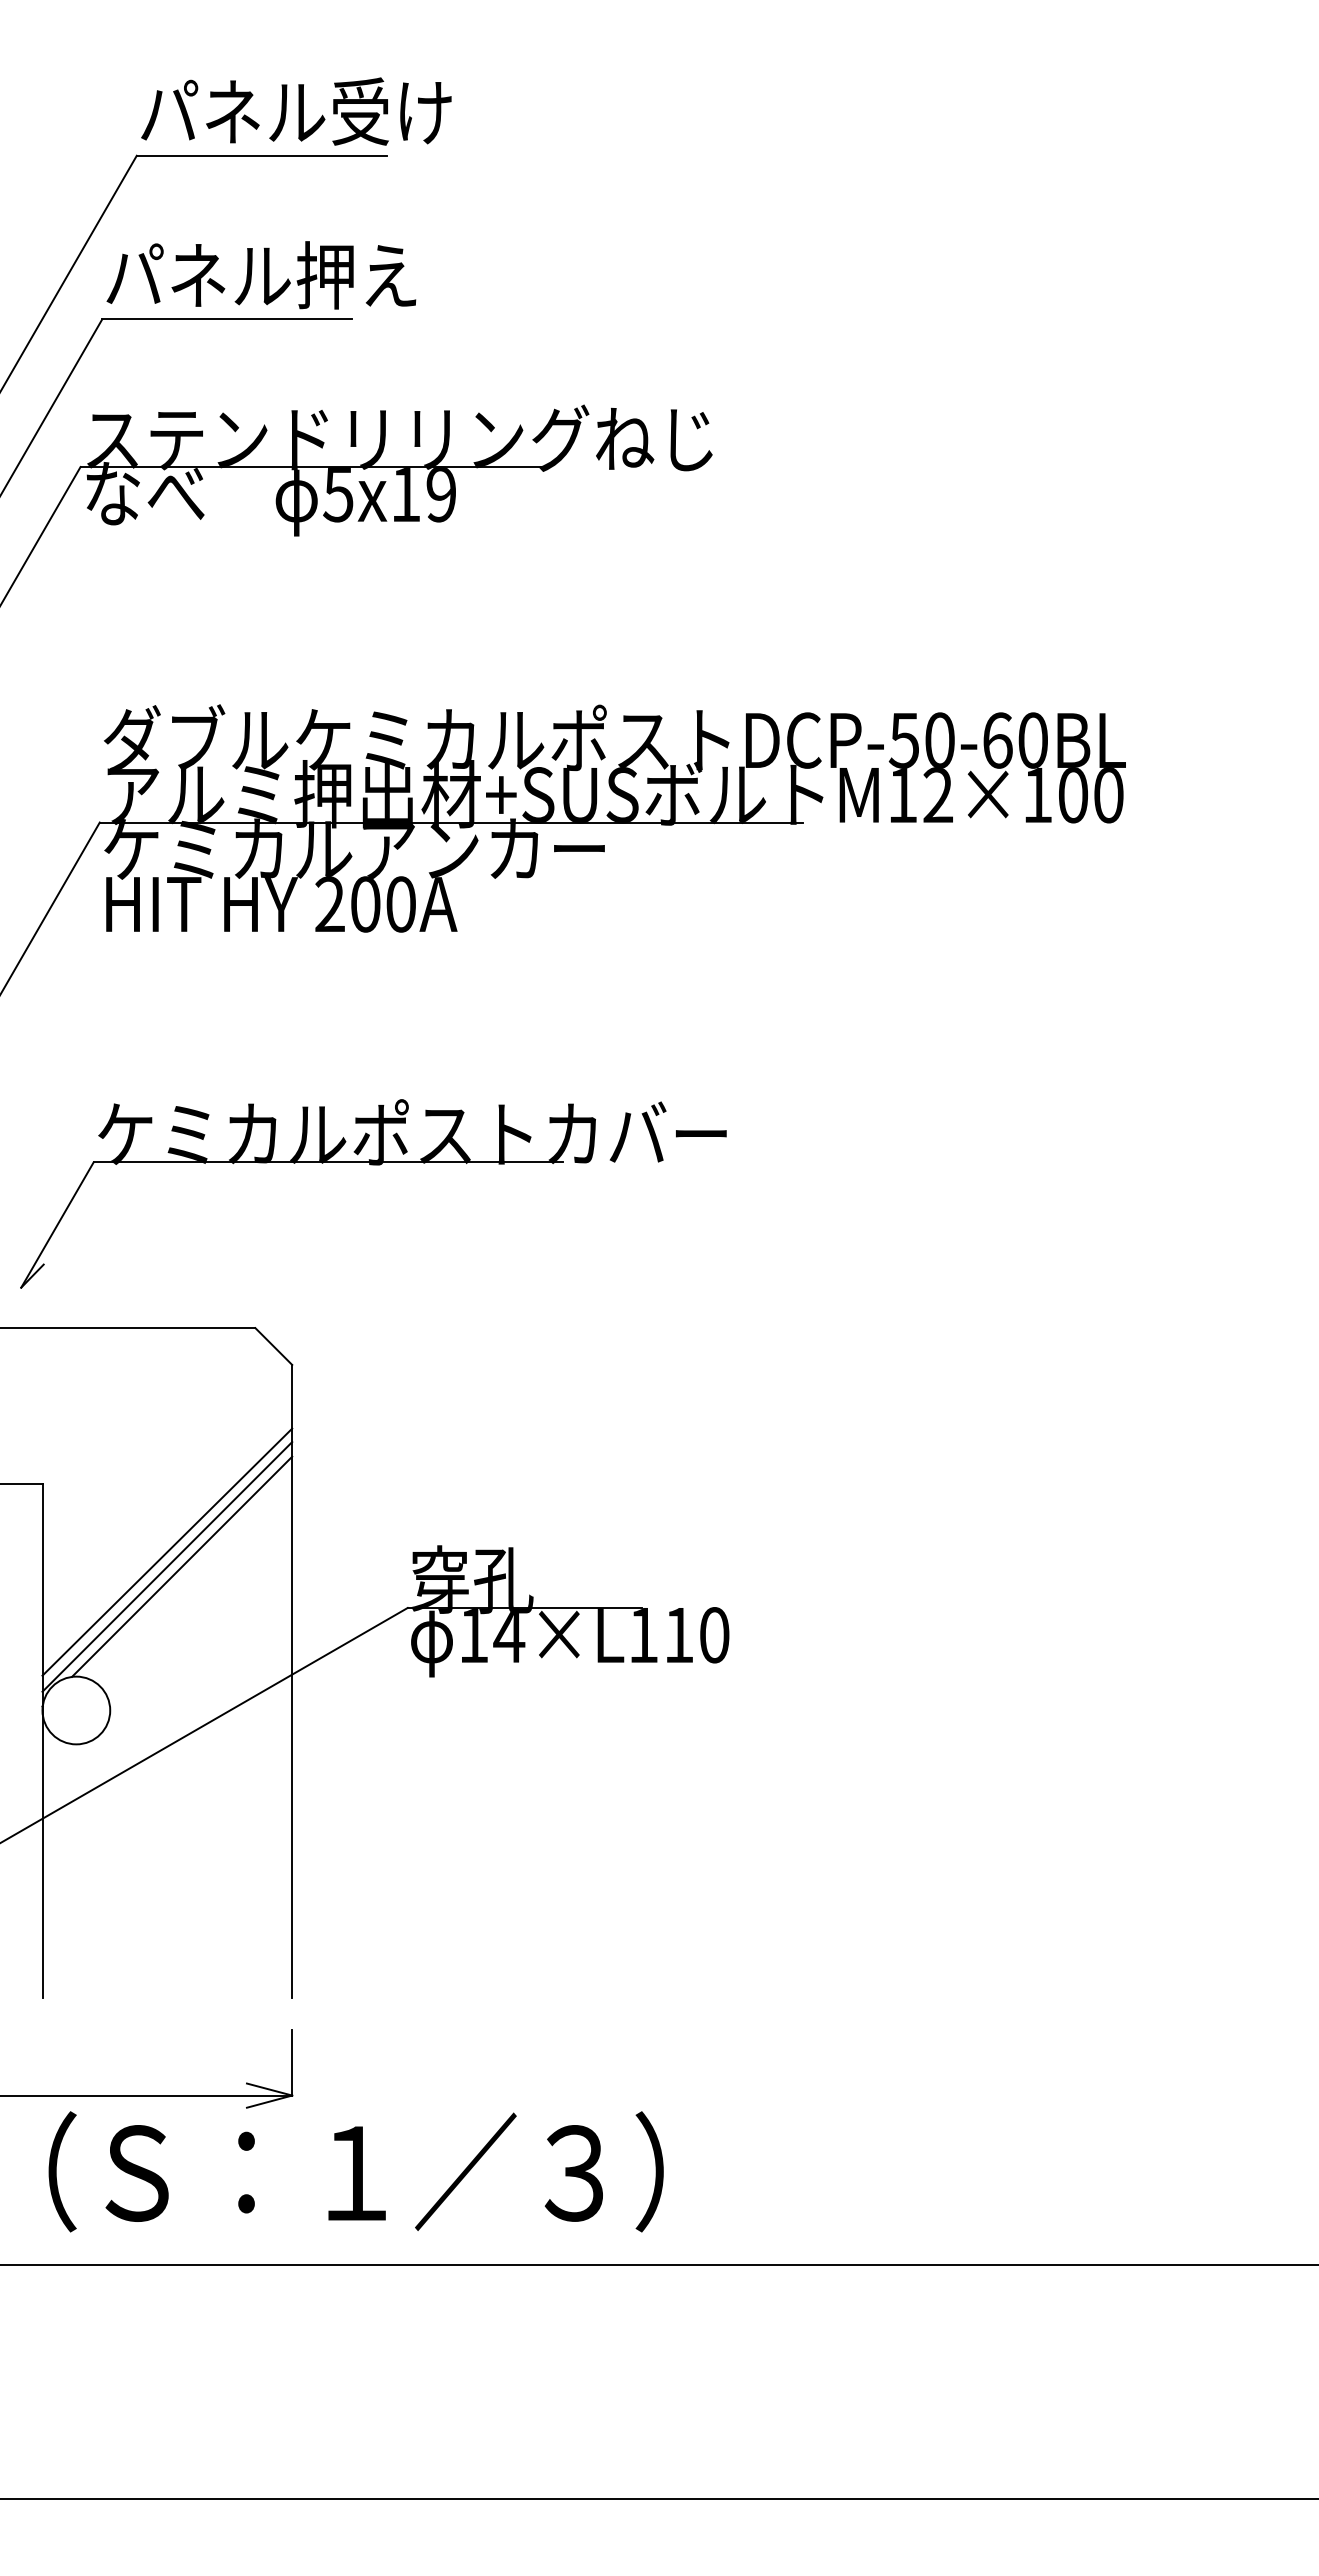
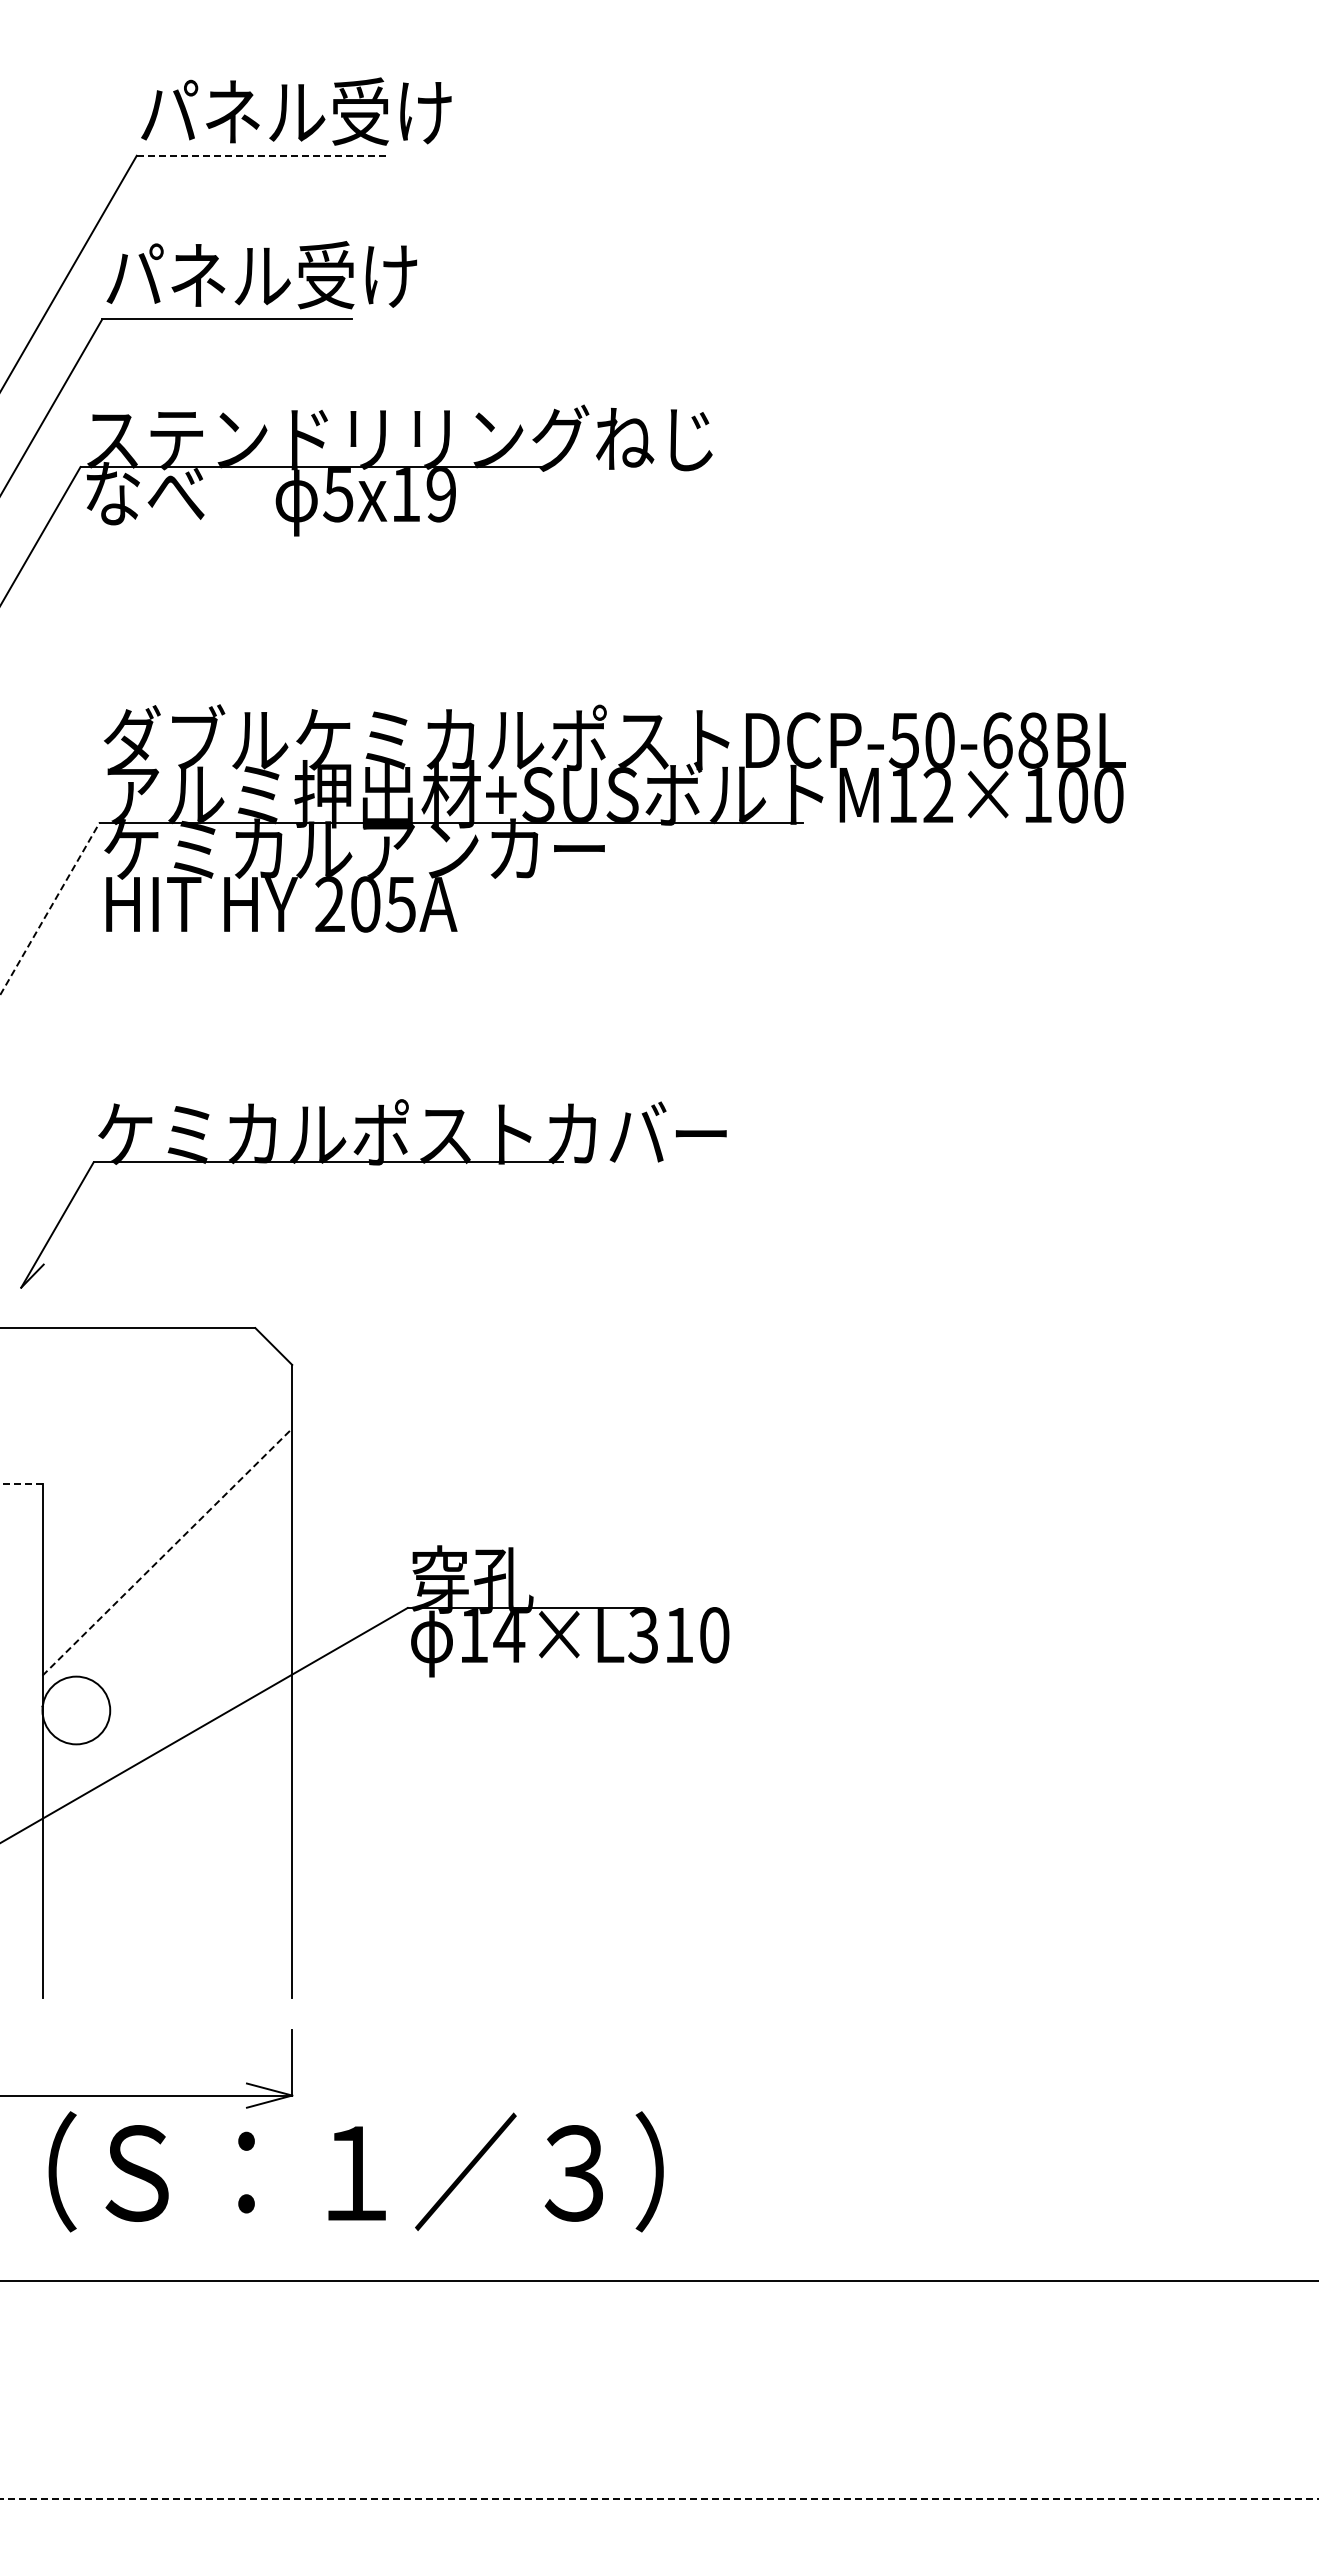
line at (262, 155): solid -> dashed
text at (356, 275): パネル押え -> パネル受け
text at (1033, 740): DCP-50-60BL -> DCP-50-68BL
text at (400, 904): 200A -> 205A
line at (49, 908): solid -> dashed
line at (21, 1484): solid -> dashed
line at (167, 1552): solid -> dashed
line at (167, 1566): present -> none
line at (182, 1566): present -> none
text at (642, 1635): 14×L110 -> 14×L310
line at (658, 2264) position: (658, 2264) -> (658, 2280)
line at (659, 2498): solid -> dashed
